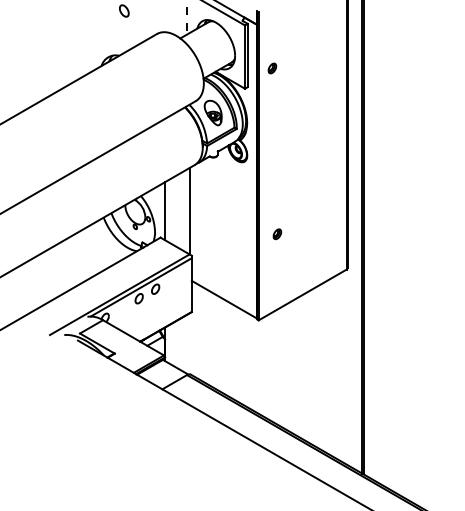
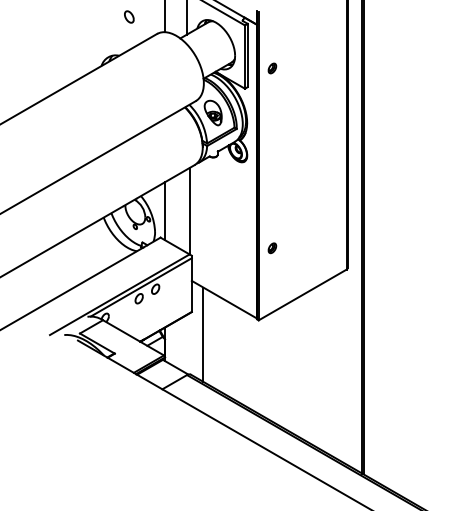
part at (124, 10) position: (124, 10) -> (129, 16)
line at (164, 17): none -> present
line at (186, 17): dashed -> solid
part at (277, 234) position: (277, 234) -> (272, 248)
line at (203, 334): none -> present
